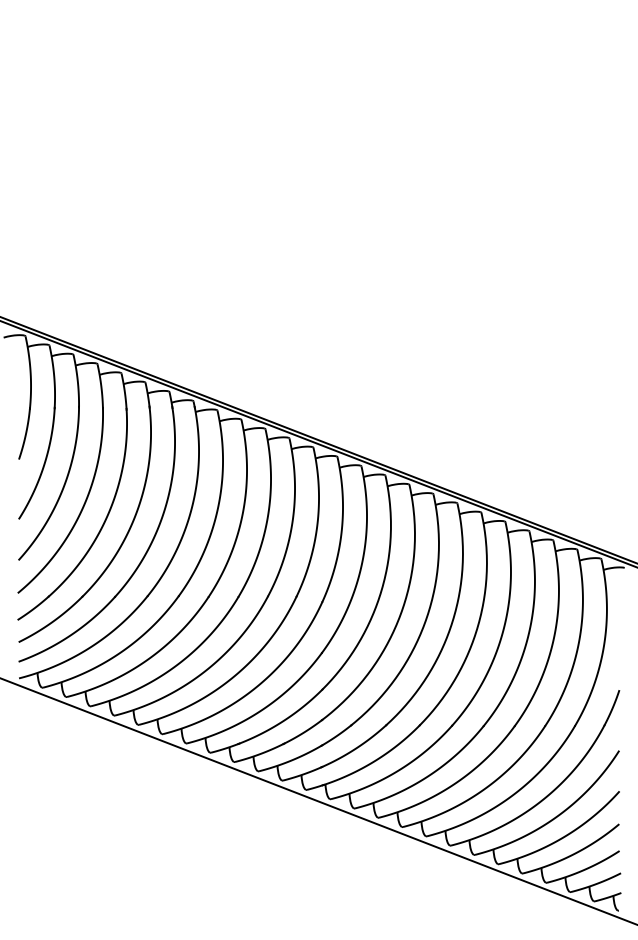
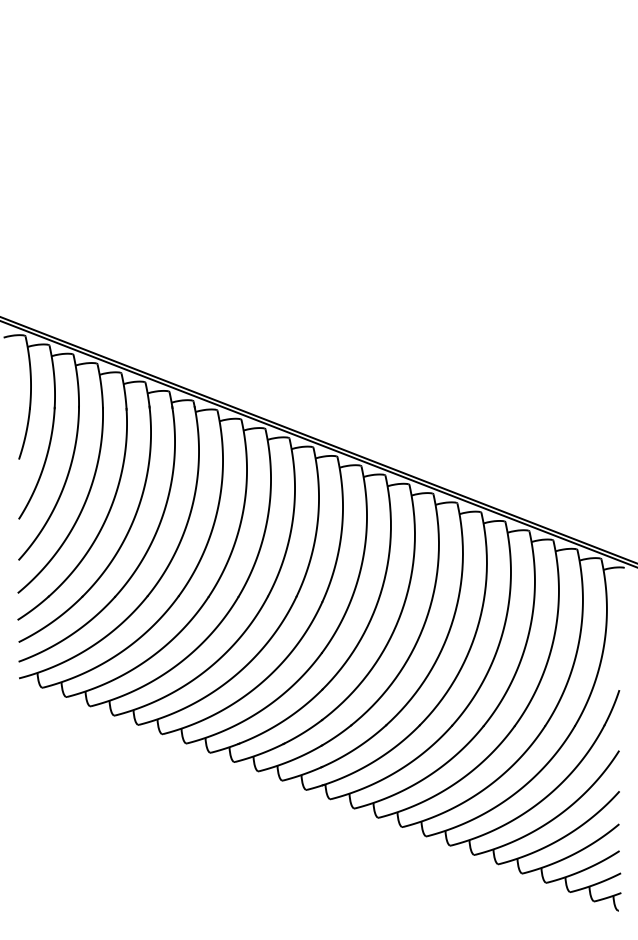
line at (318, 801): present -> none
